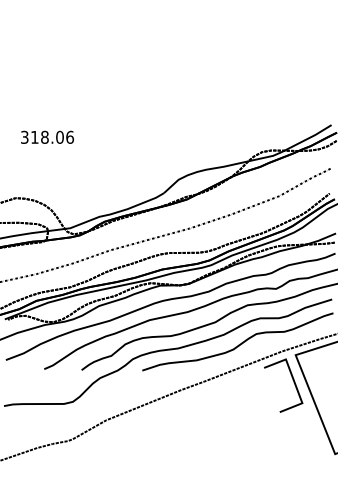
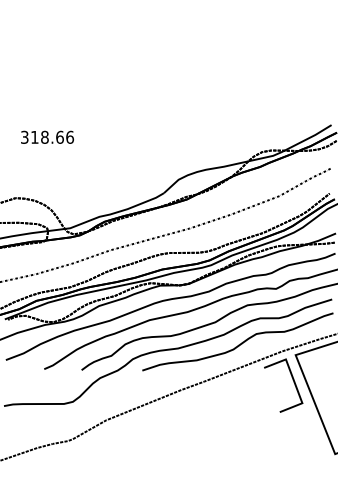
text at (59, 136): 318.06 -> 318.66
